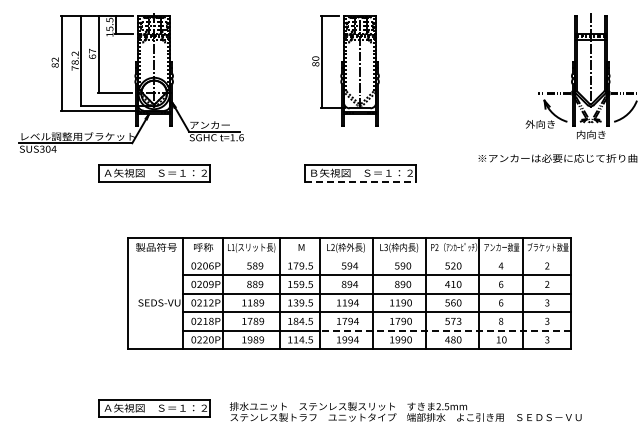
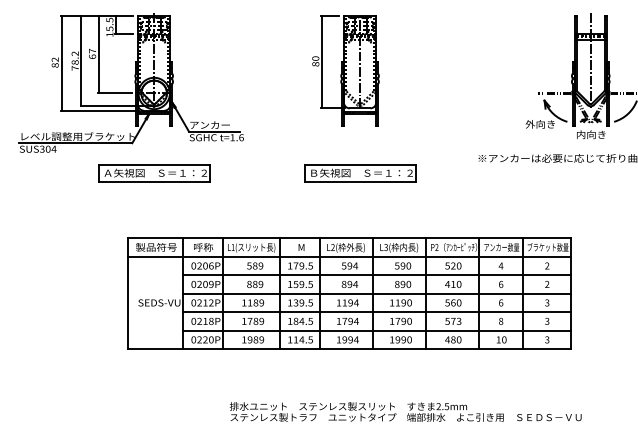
line at (360, 181): dashed -> solid
line at (349, 256): none -> present
line at (445, 330): dashed -> solid
part at (154, 408): present -> none
